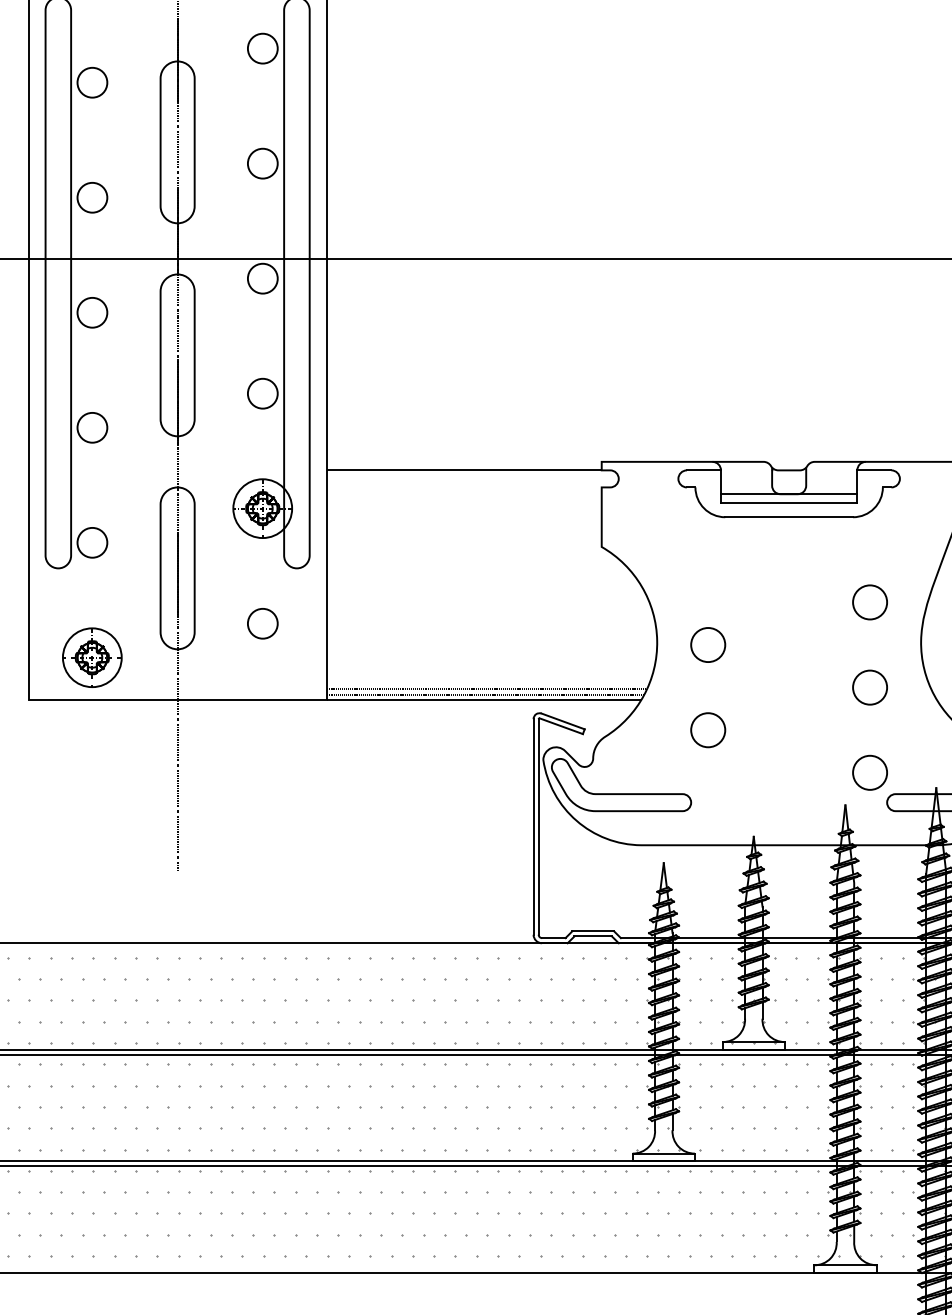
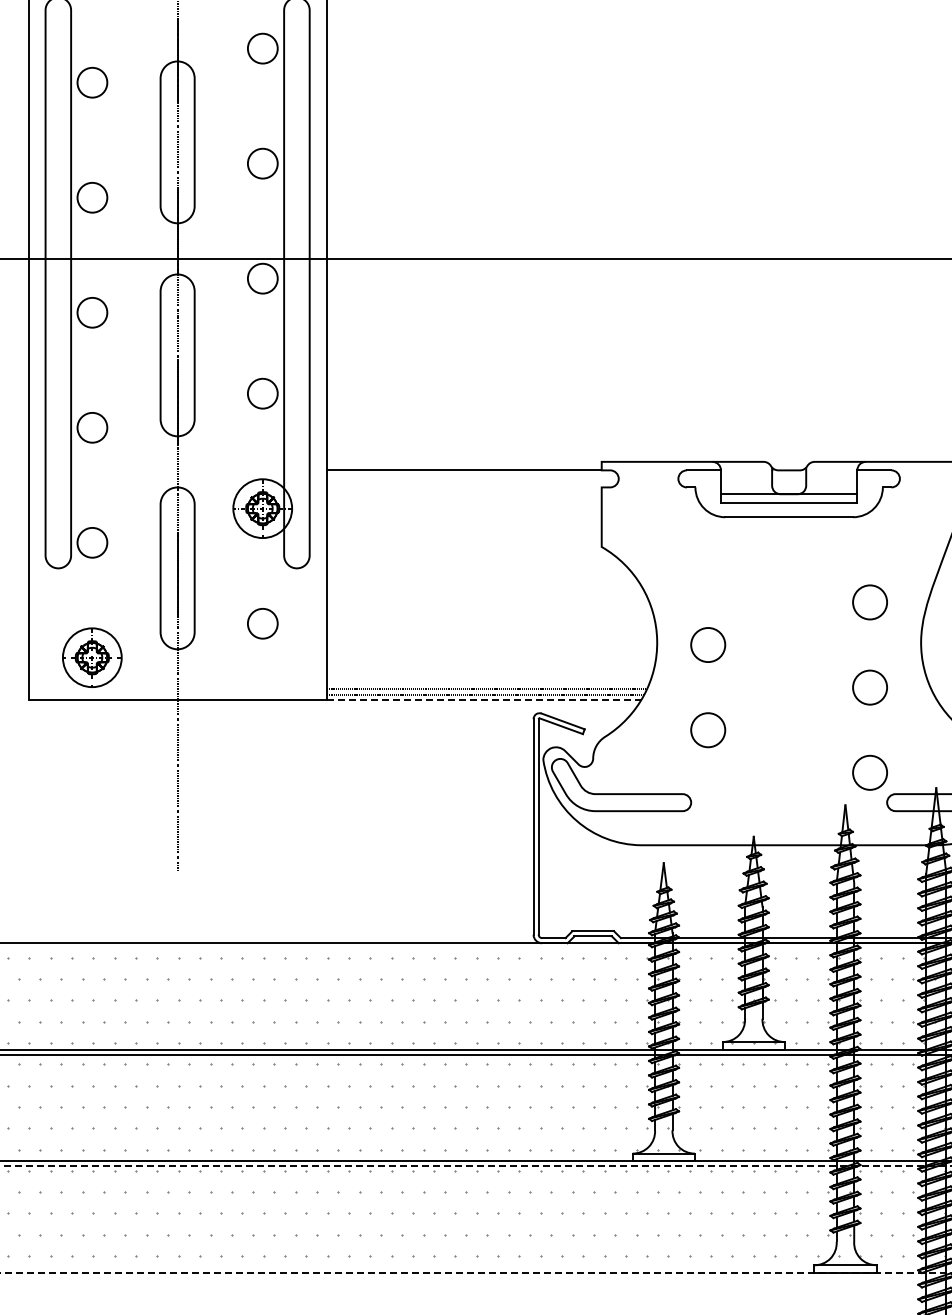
line at (484, 700): solid -> dashed
line at (951, 1166): solid -> dashed
